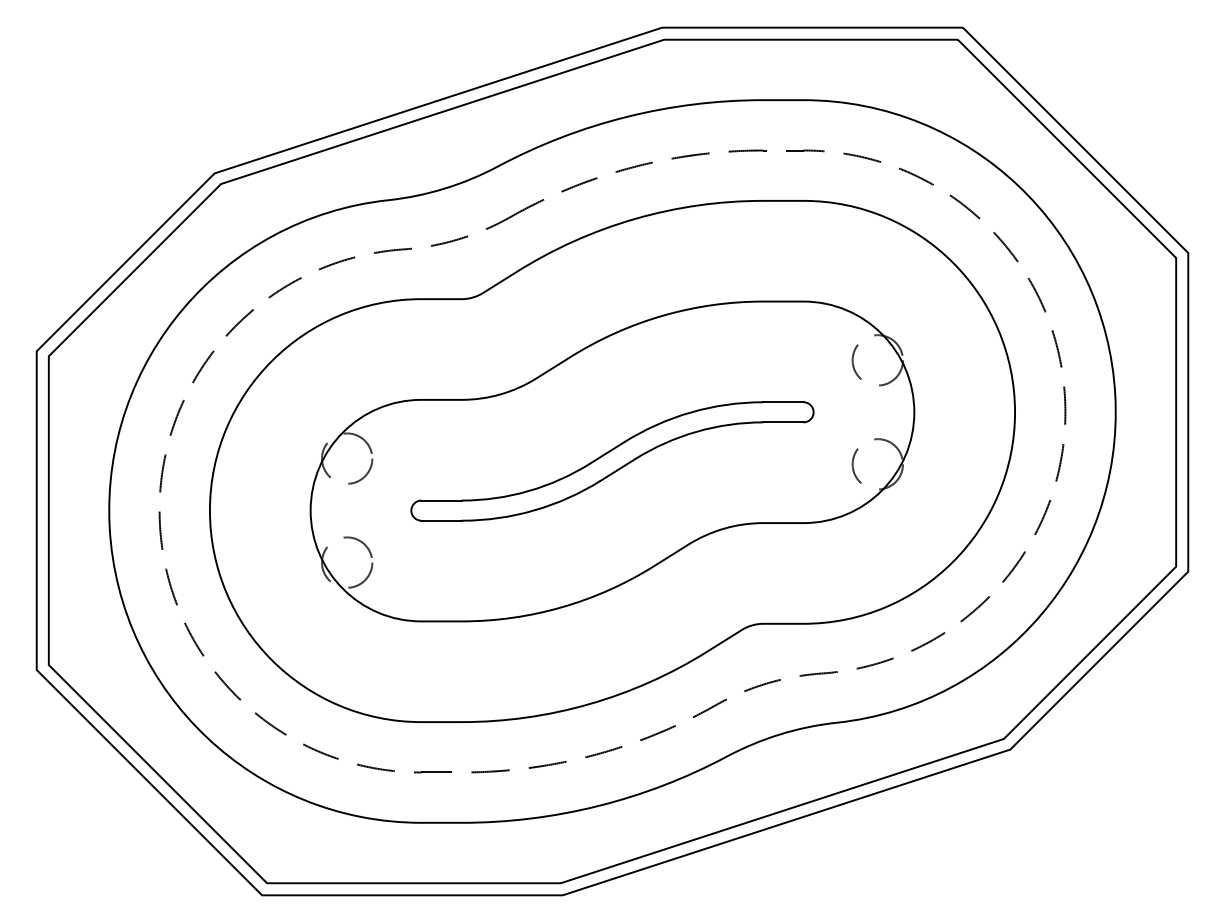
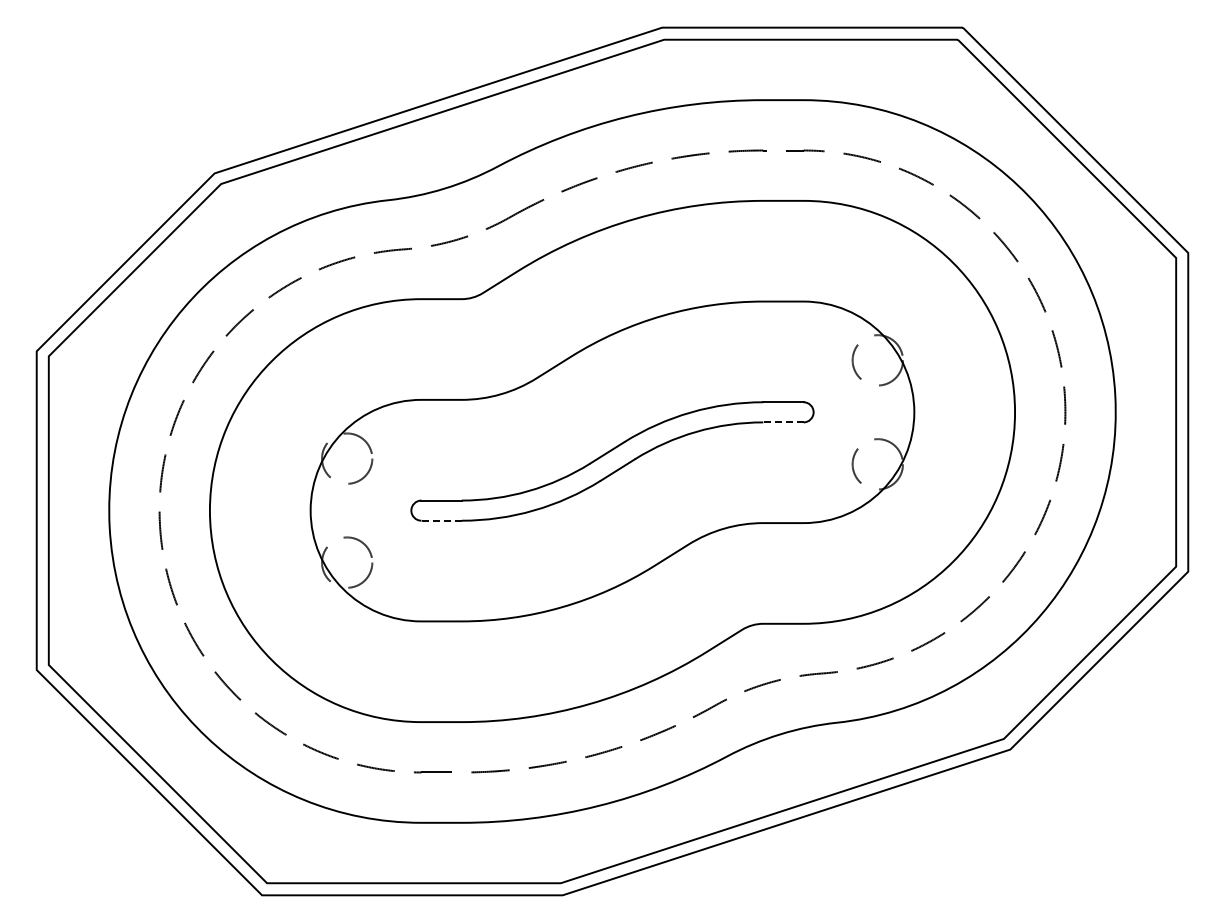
line at (782, 422): solid -> dashed
line at (441, 520): solid -> dashed
